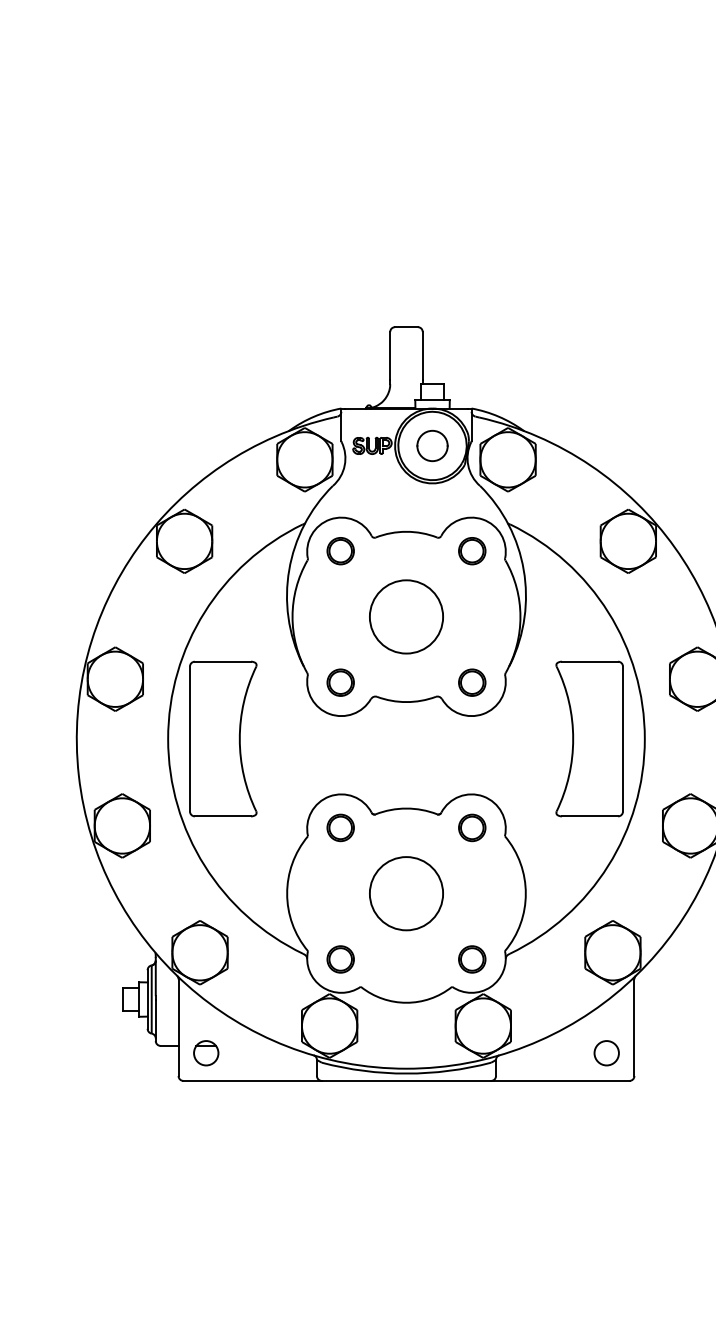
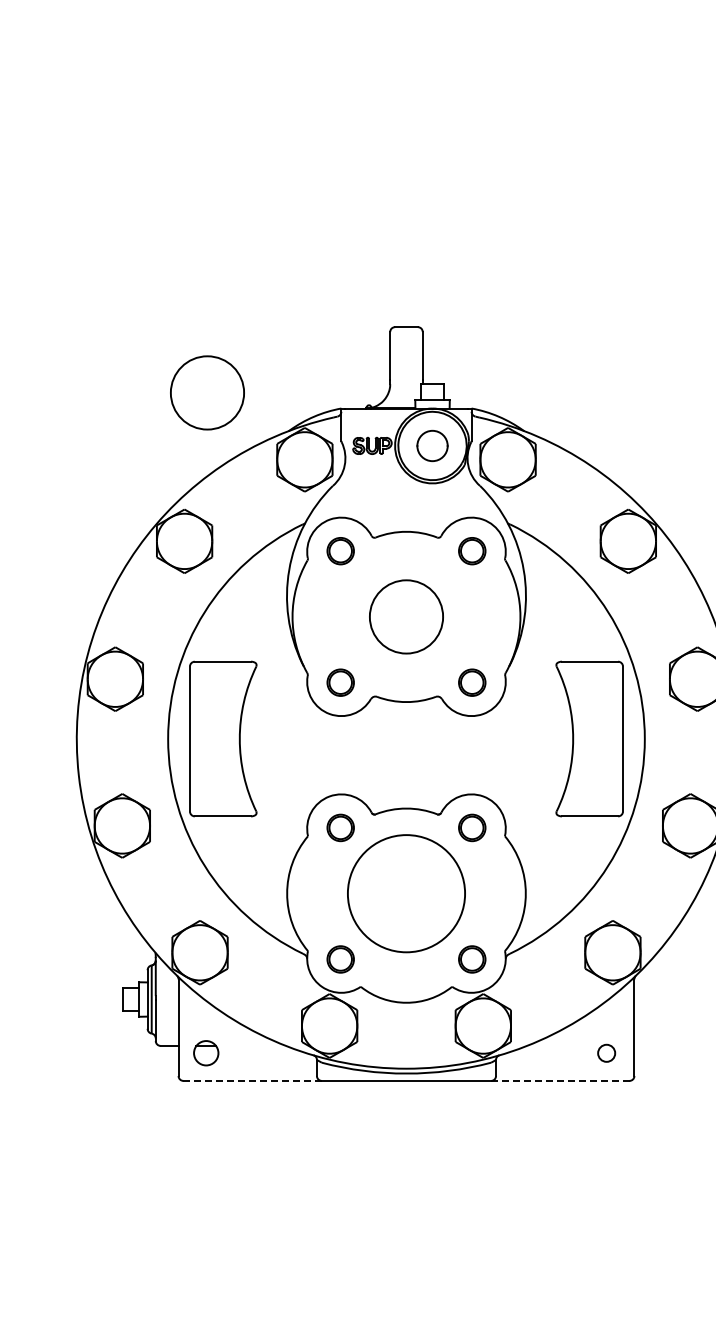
circle at (207, 392): none -> present
circle at (406, 893) diameter: 73 px -> 117 px
circle at (606, 1053) size: 27x27 px -> 20x20 px
line at (253, 1080): solid -> dashed
line at (560, 1080): solid -> dashed
